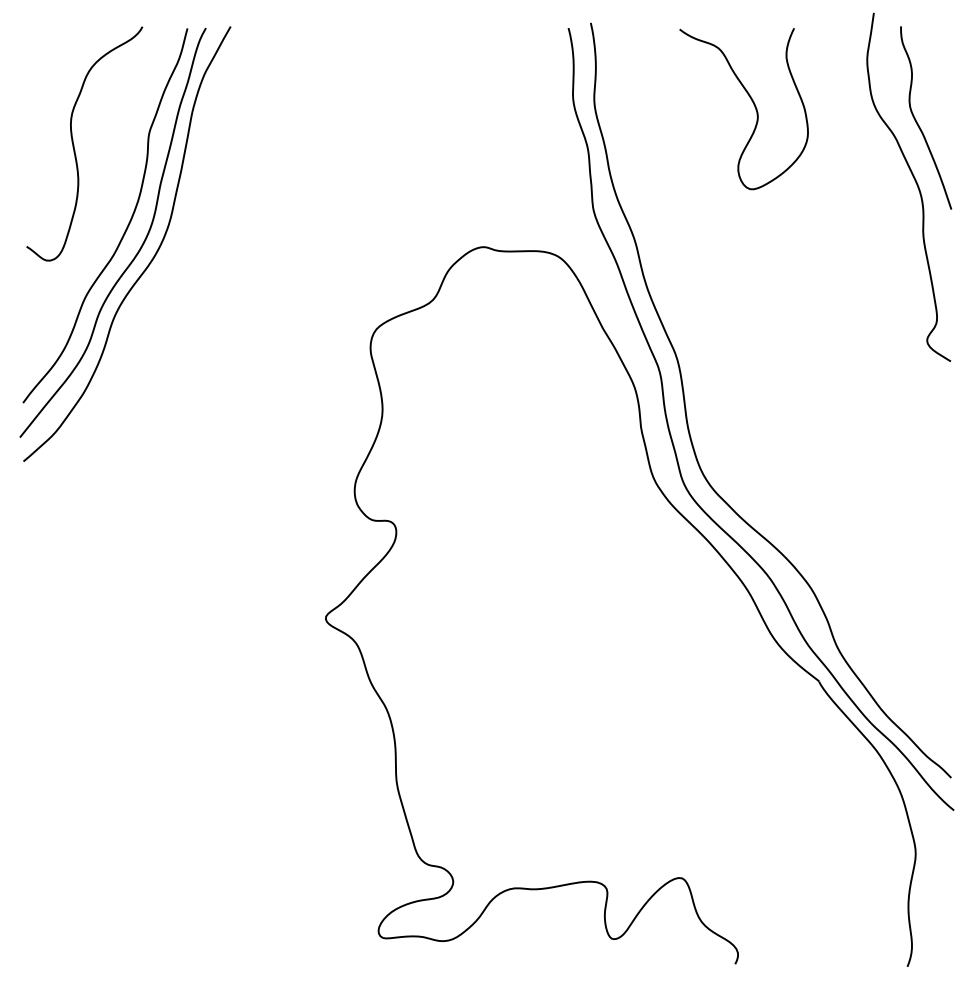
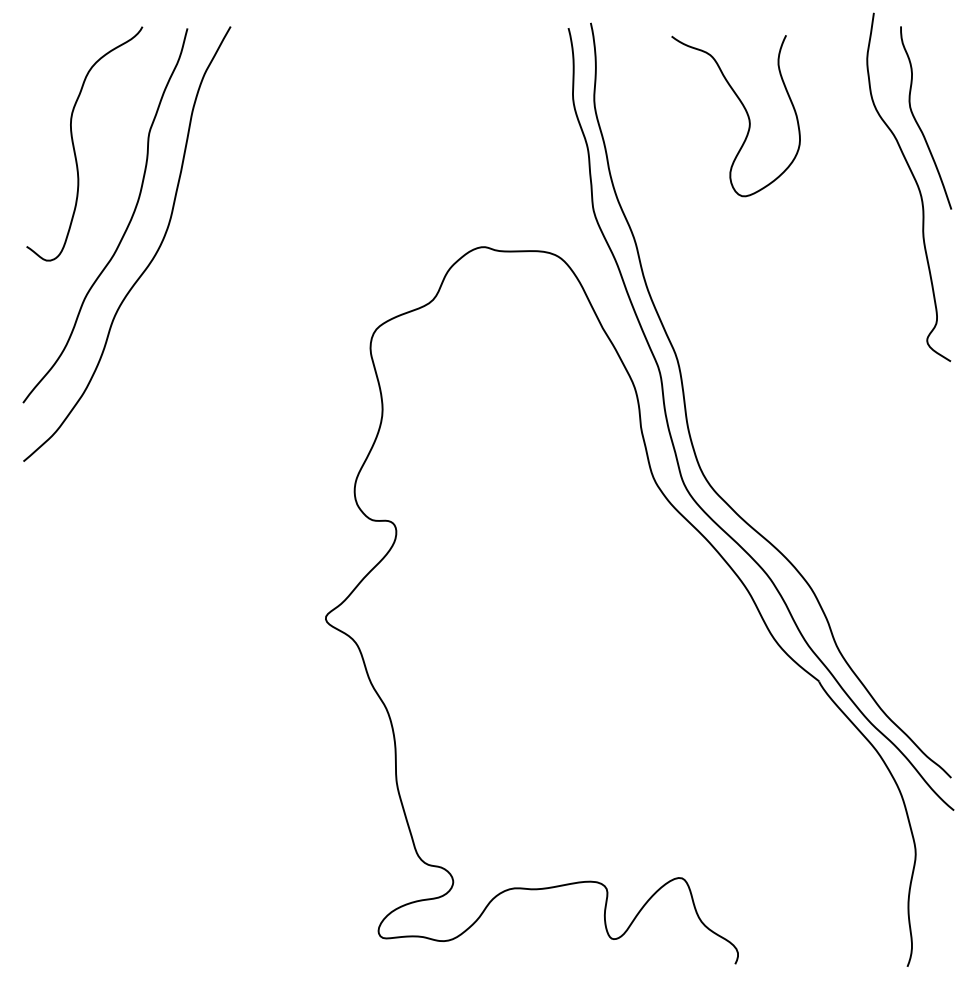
curve at (753, 104) position: (753, 104) -> (745, 111)
curve at (140, 246): present -> none
